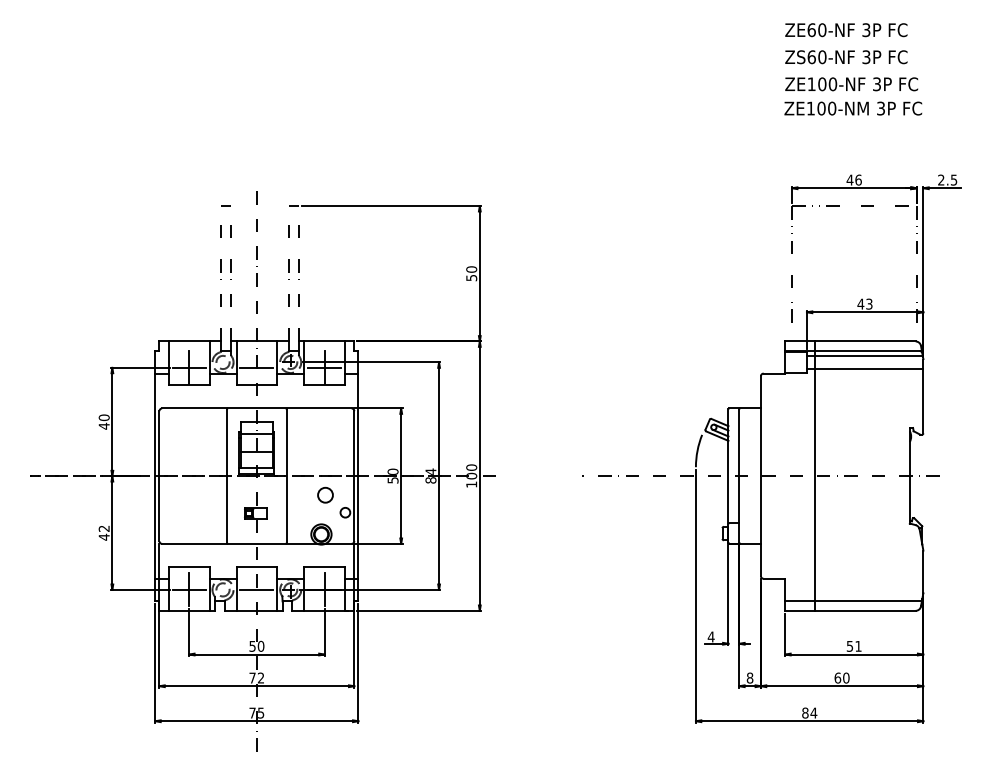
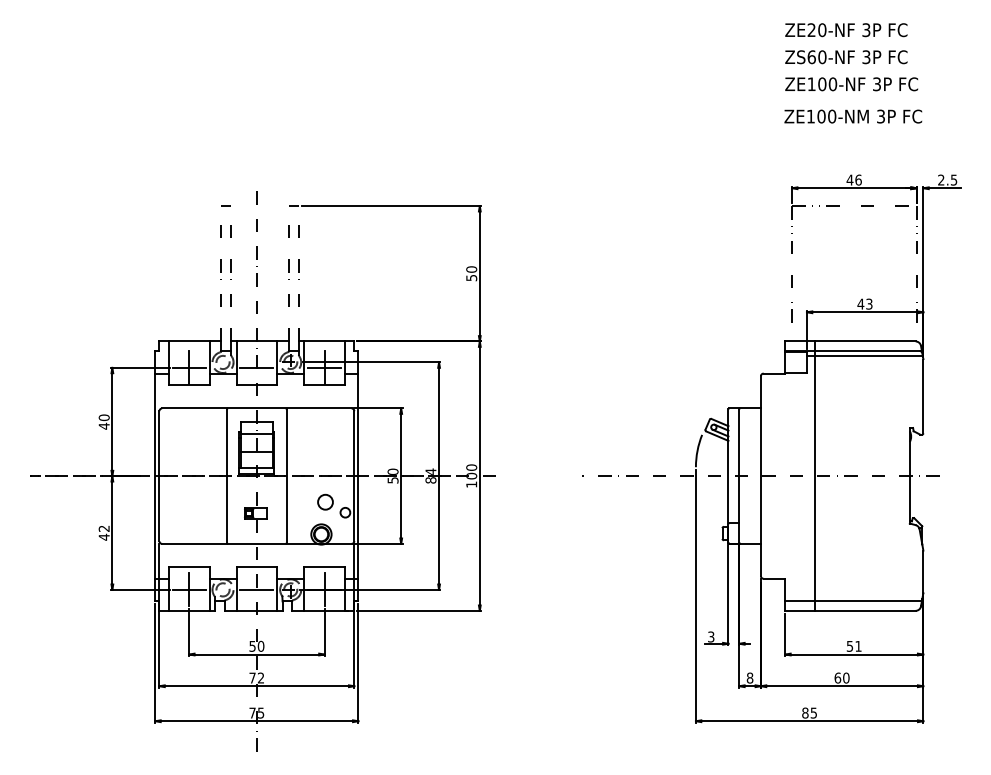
text at (811, 30): ZE60-NF -> ZE20-NF
text at (853, 108) position: (853, 108) -> (853, 116)
line at (864, 369): present -> none
circle at (325, 494) position: (325, 494) -> (325, 501)
text at (710, 636): 4 -> 3
text at (813, 712): 84 -> 85
